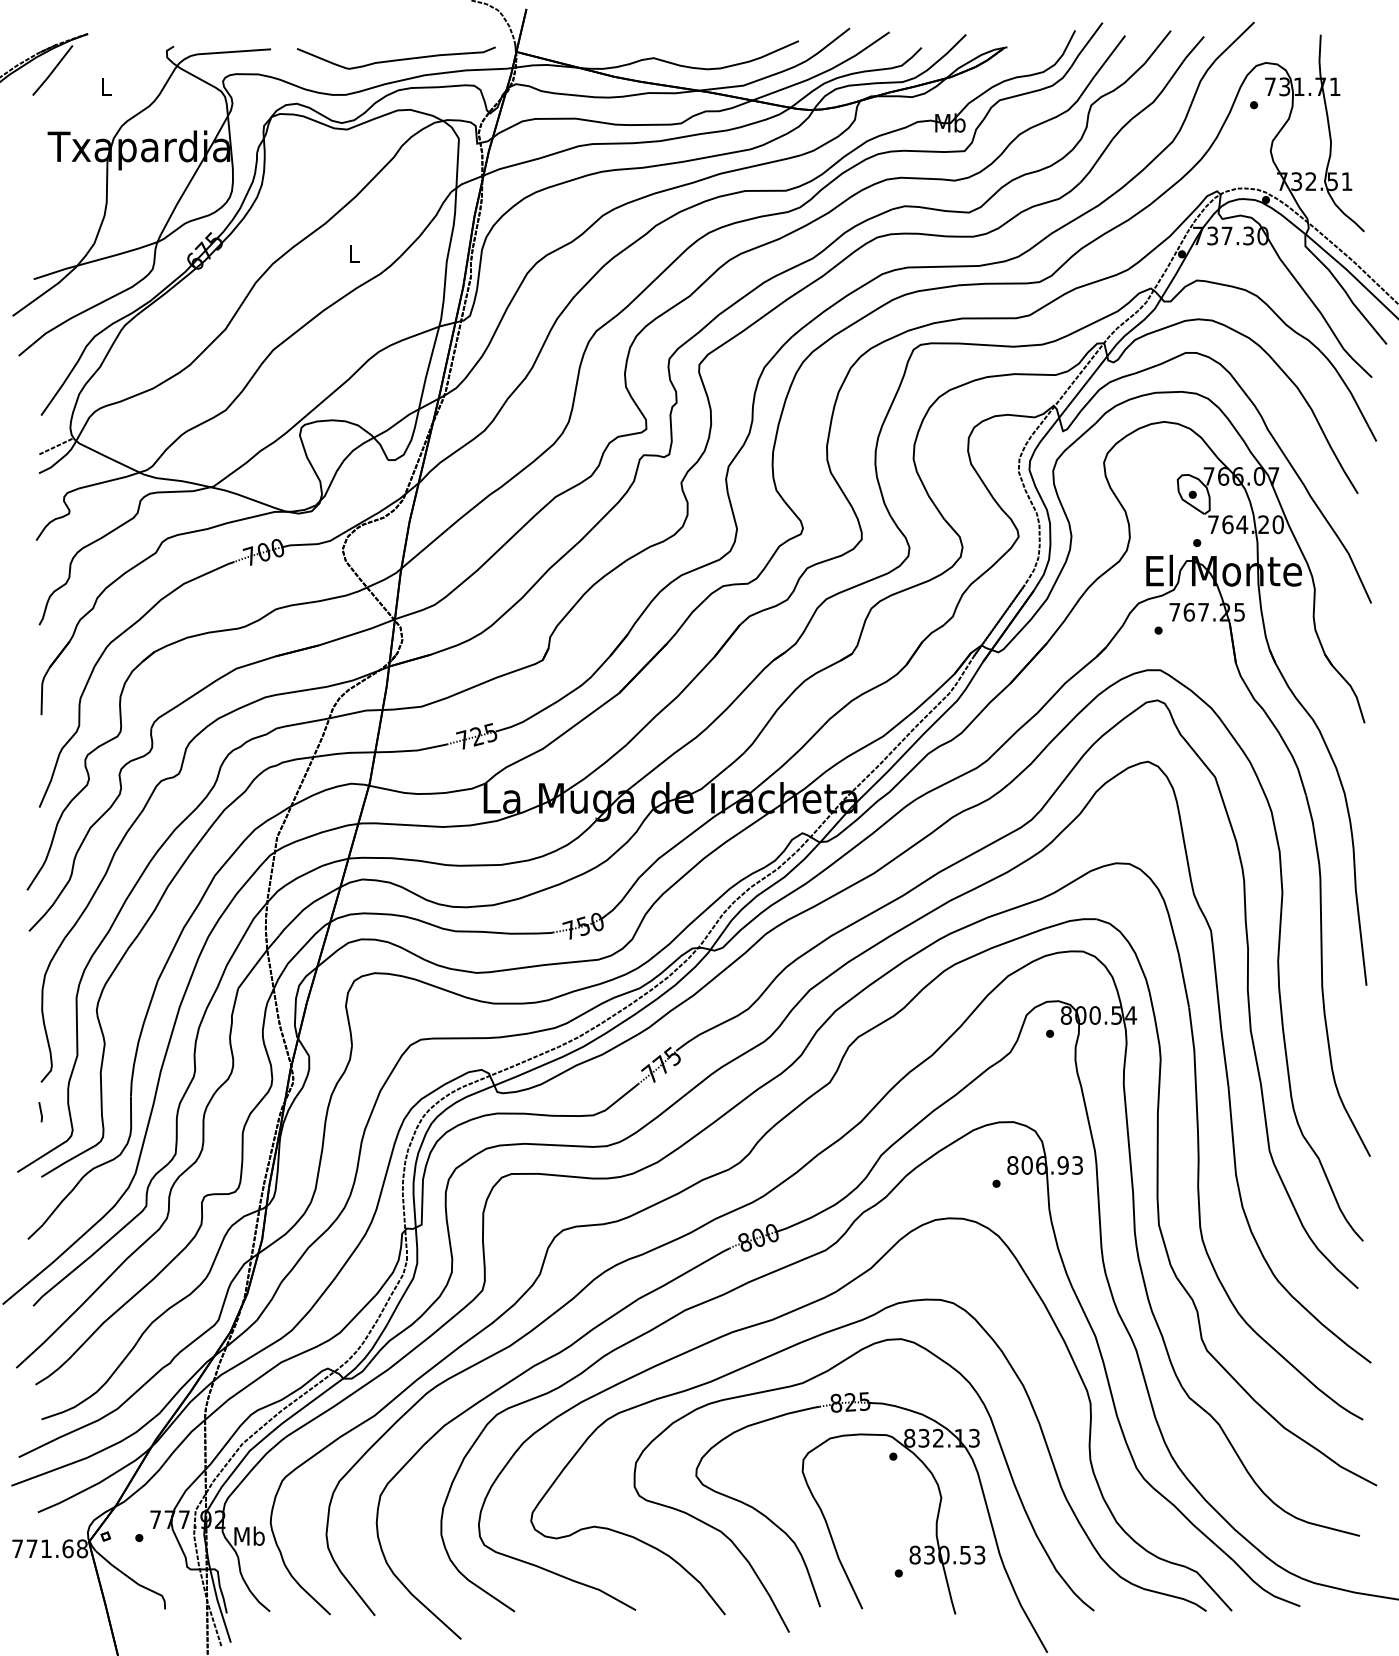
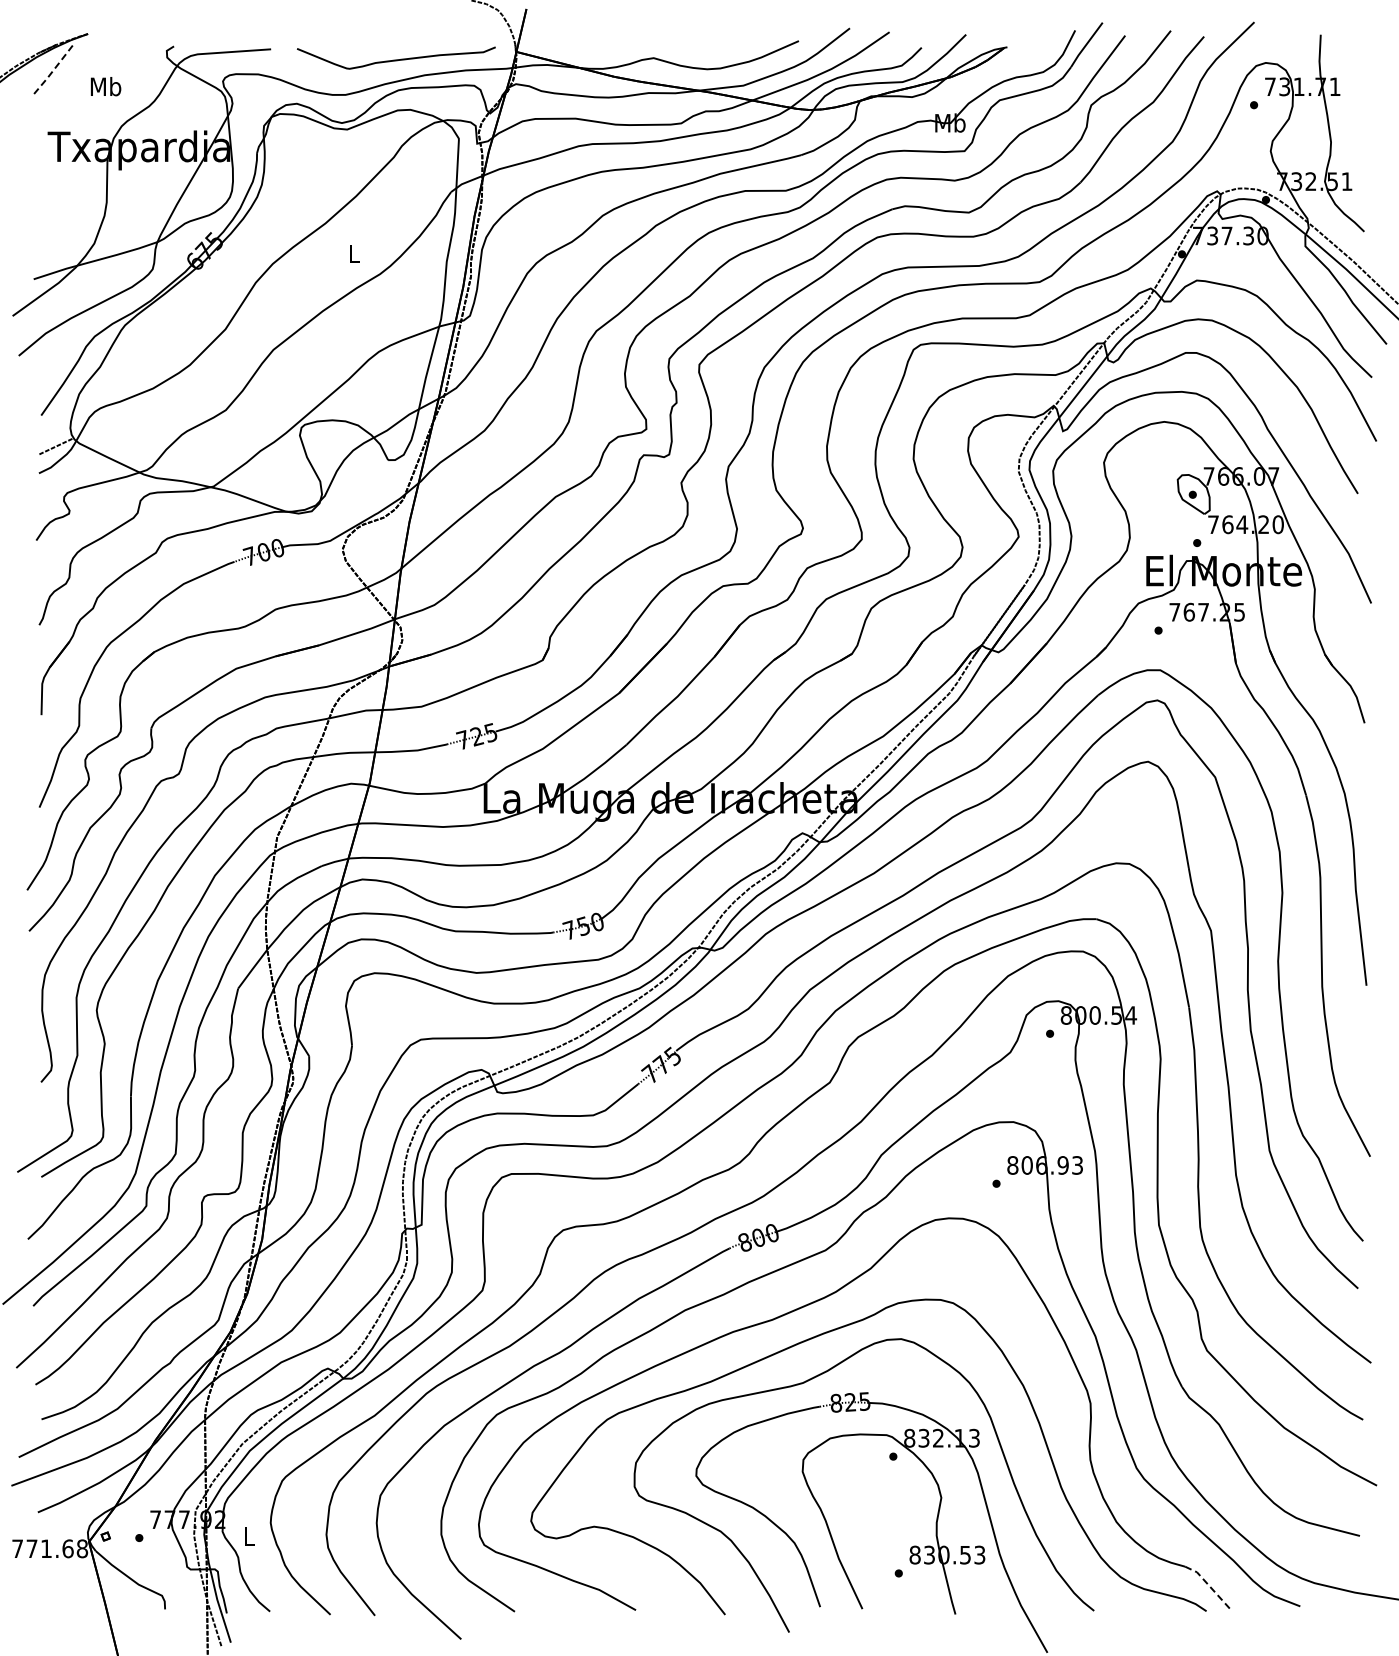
line at (52, 71): solid -> dashed
text at (105, 86): L -> Mb
line at (40, 1112): present -> none
text at (249, 1535): Mb -> L
line at (1209, 1586): solid -> dashed
